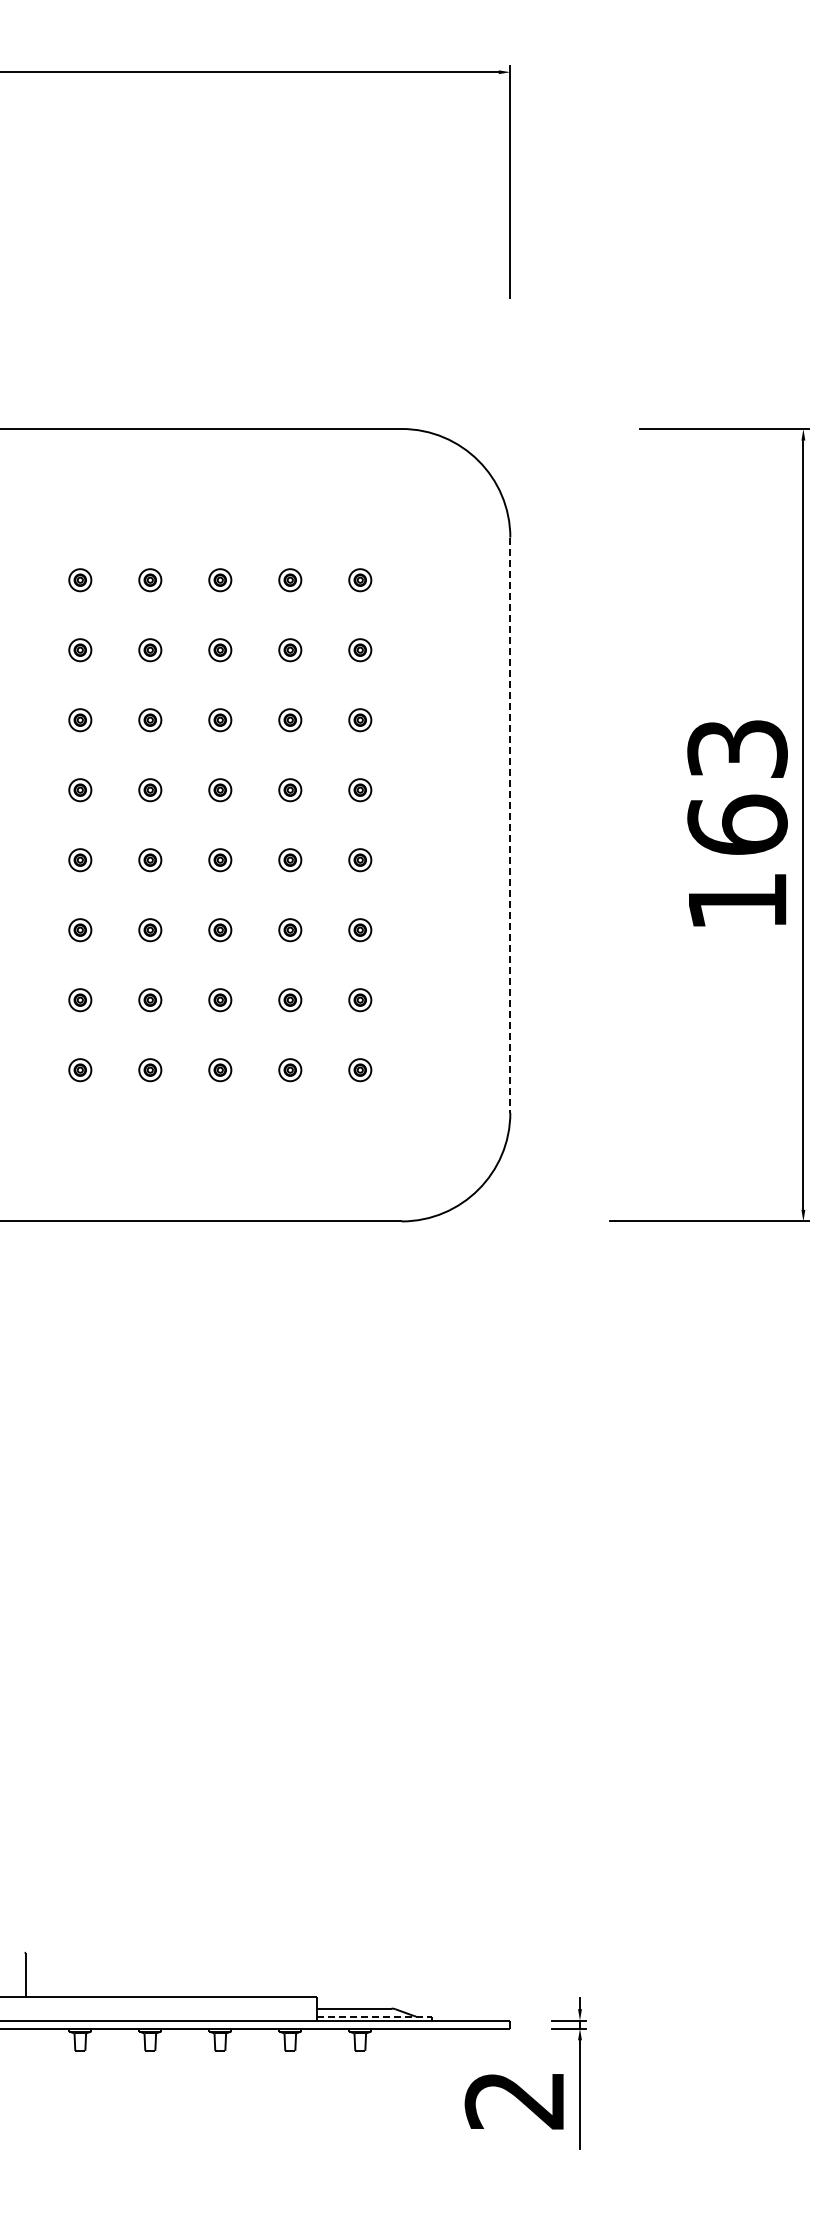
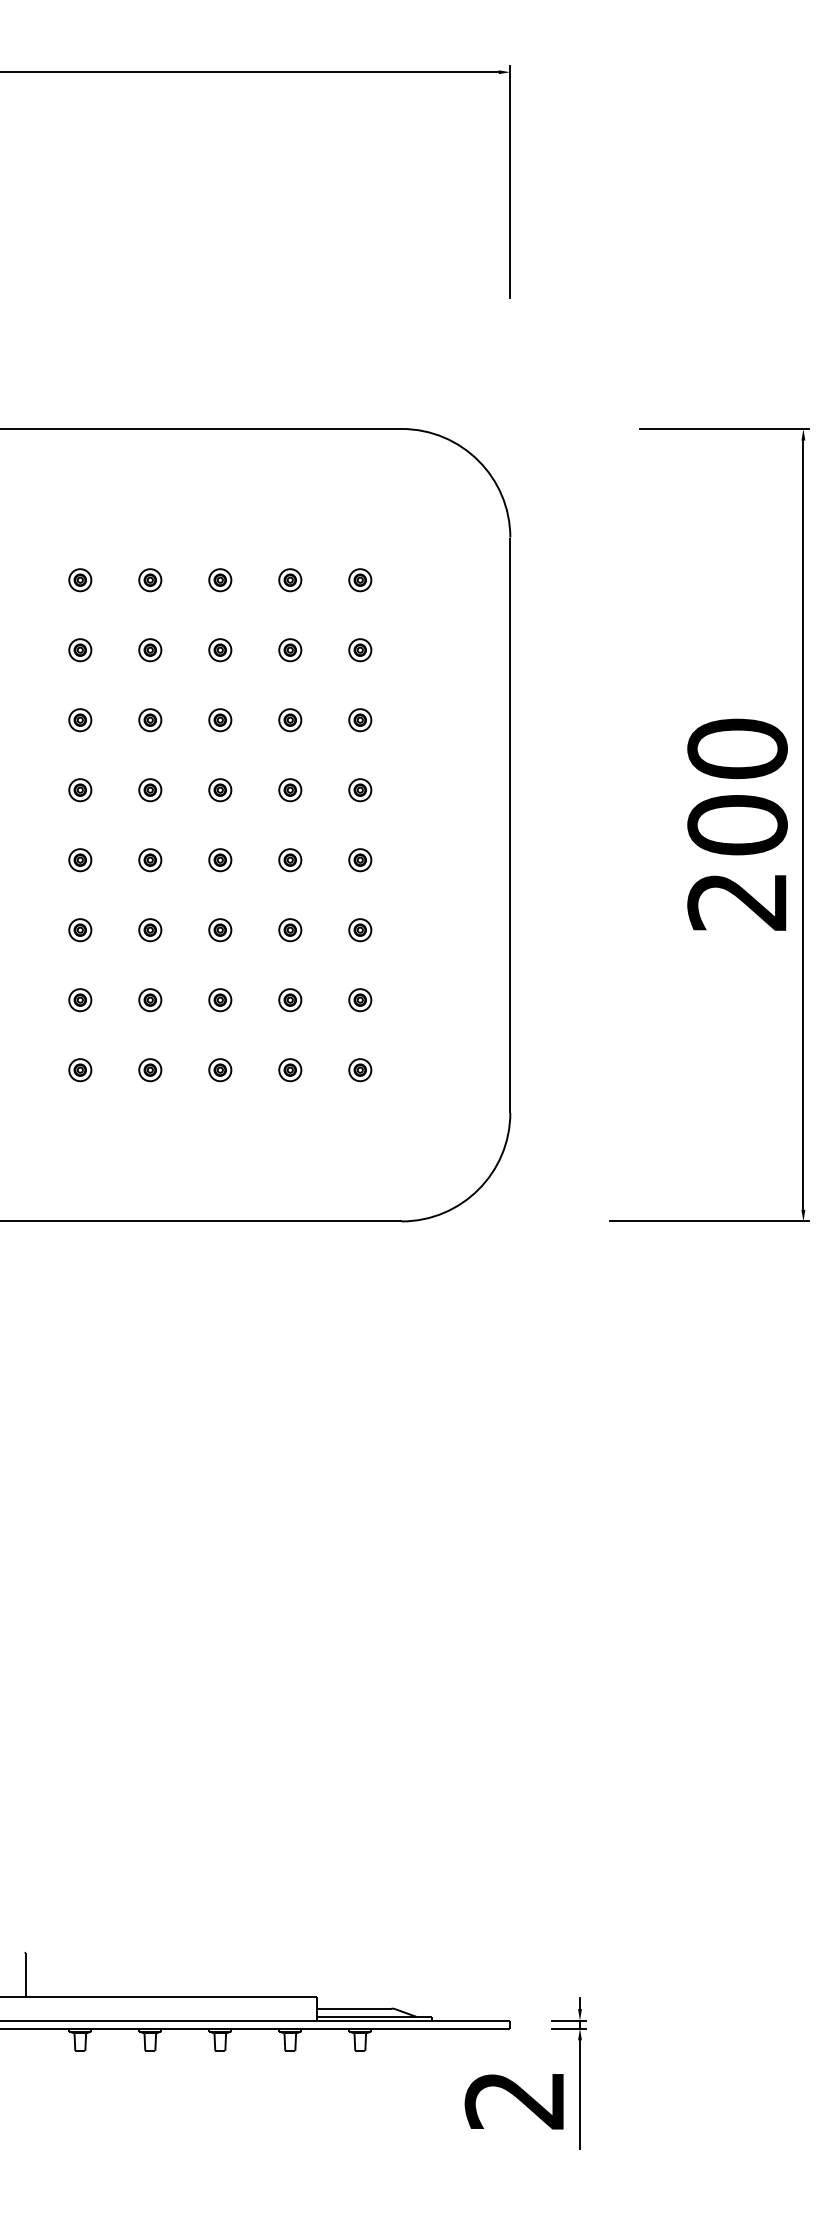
text at (737, 824): 163 -> 200
line at (510, 825): dashed -> solid
line at (374, 2016): dashed -> solid
